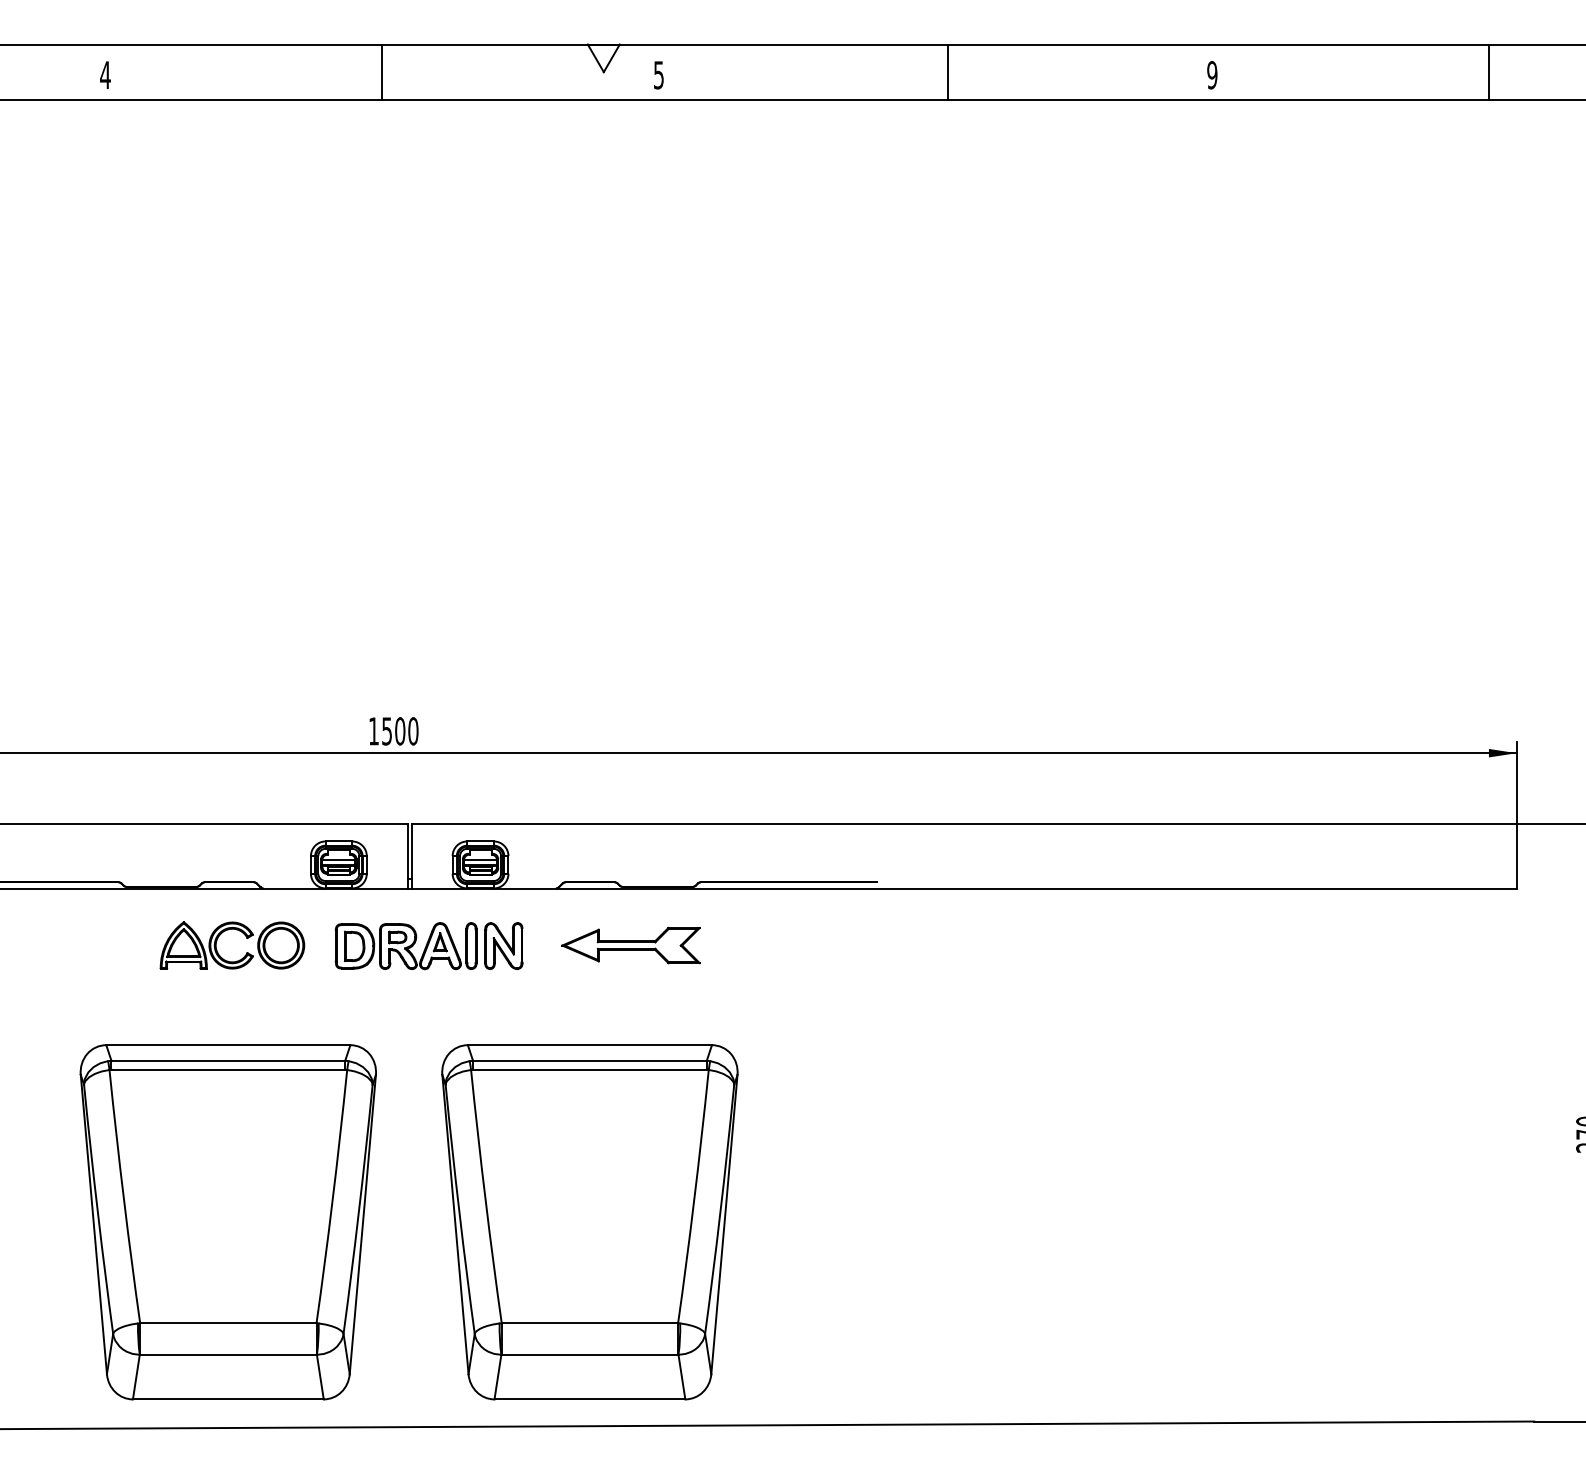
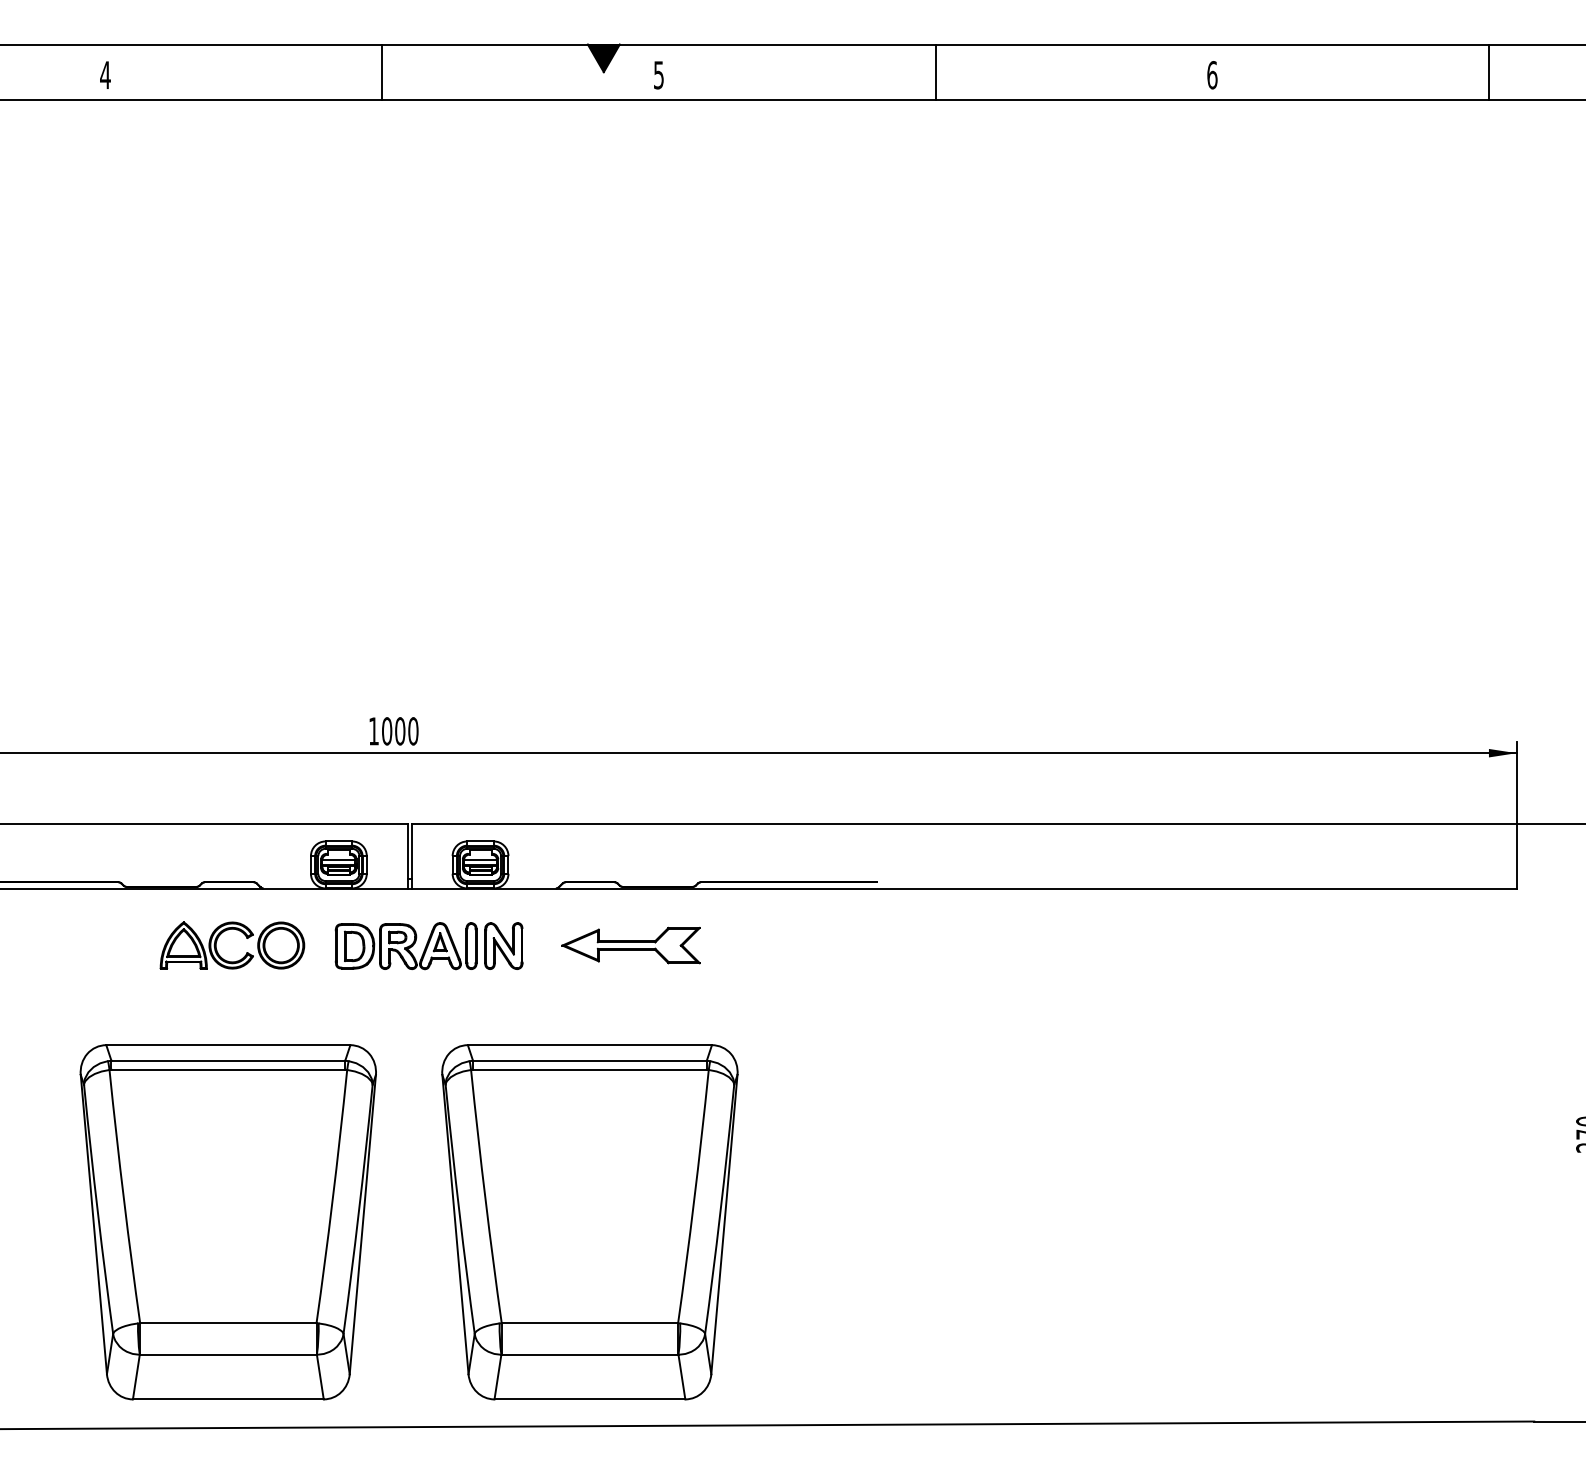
fill at (603, 58): none -> present
line at (947, 71) position: (947, 71) -> (935, 71)
text at (1212, 75): 9 -> 6
text at (387, 731): 1500 -> 1000
